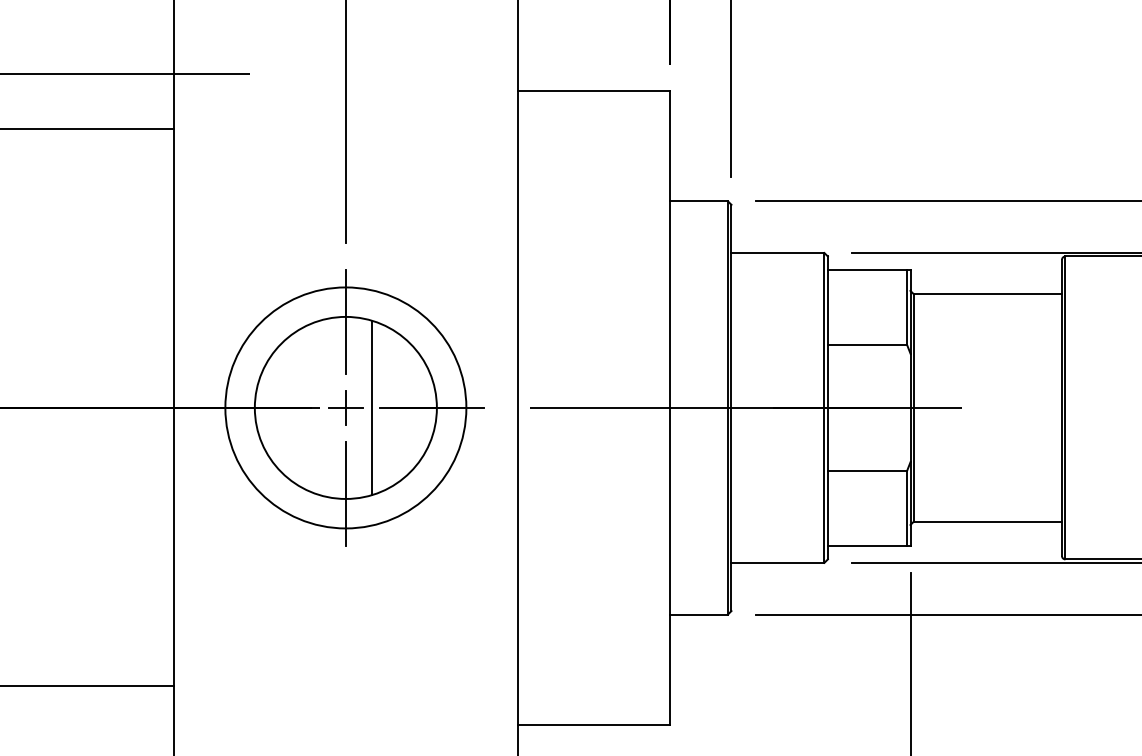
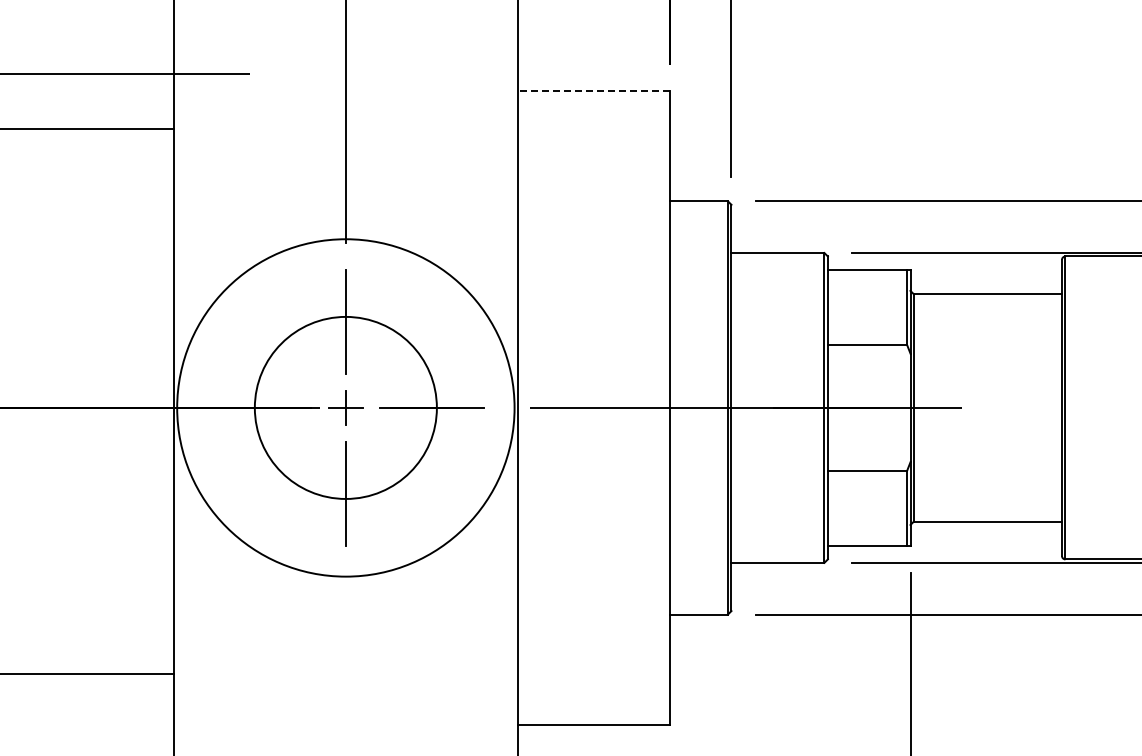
line at (593, 91): solid -> dashed
circle at (345, 407) diameter: 241 px -> 337 px
line at (371, 407): present -> none
line at (87, 686) position: (87, 686) -> (87, 674)
